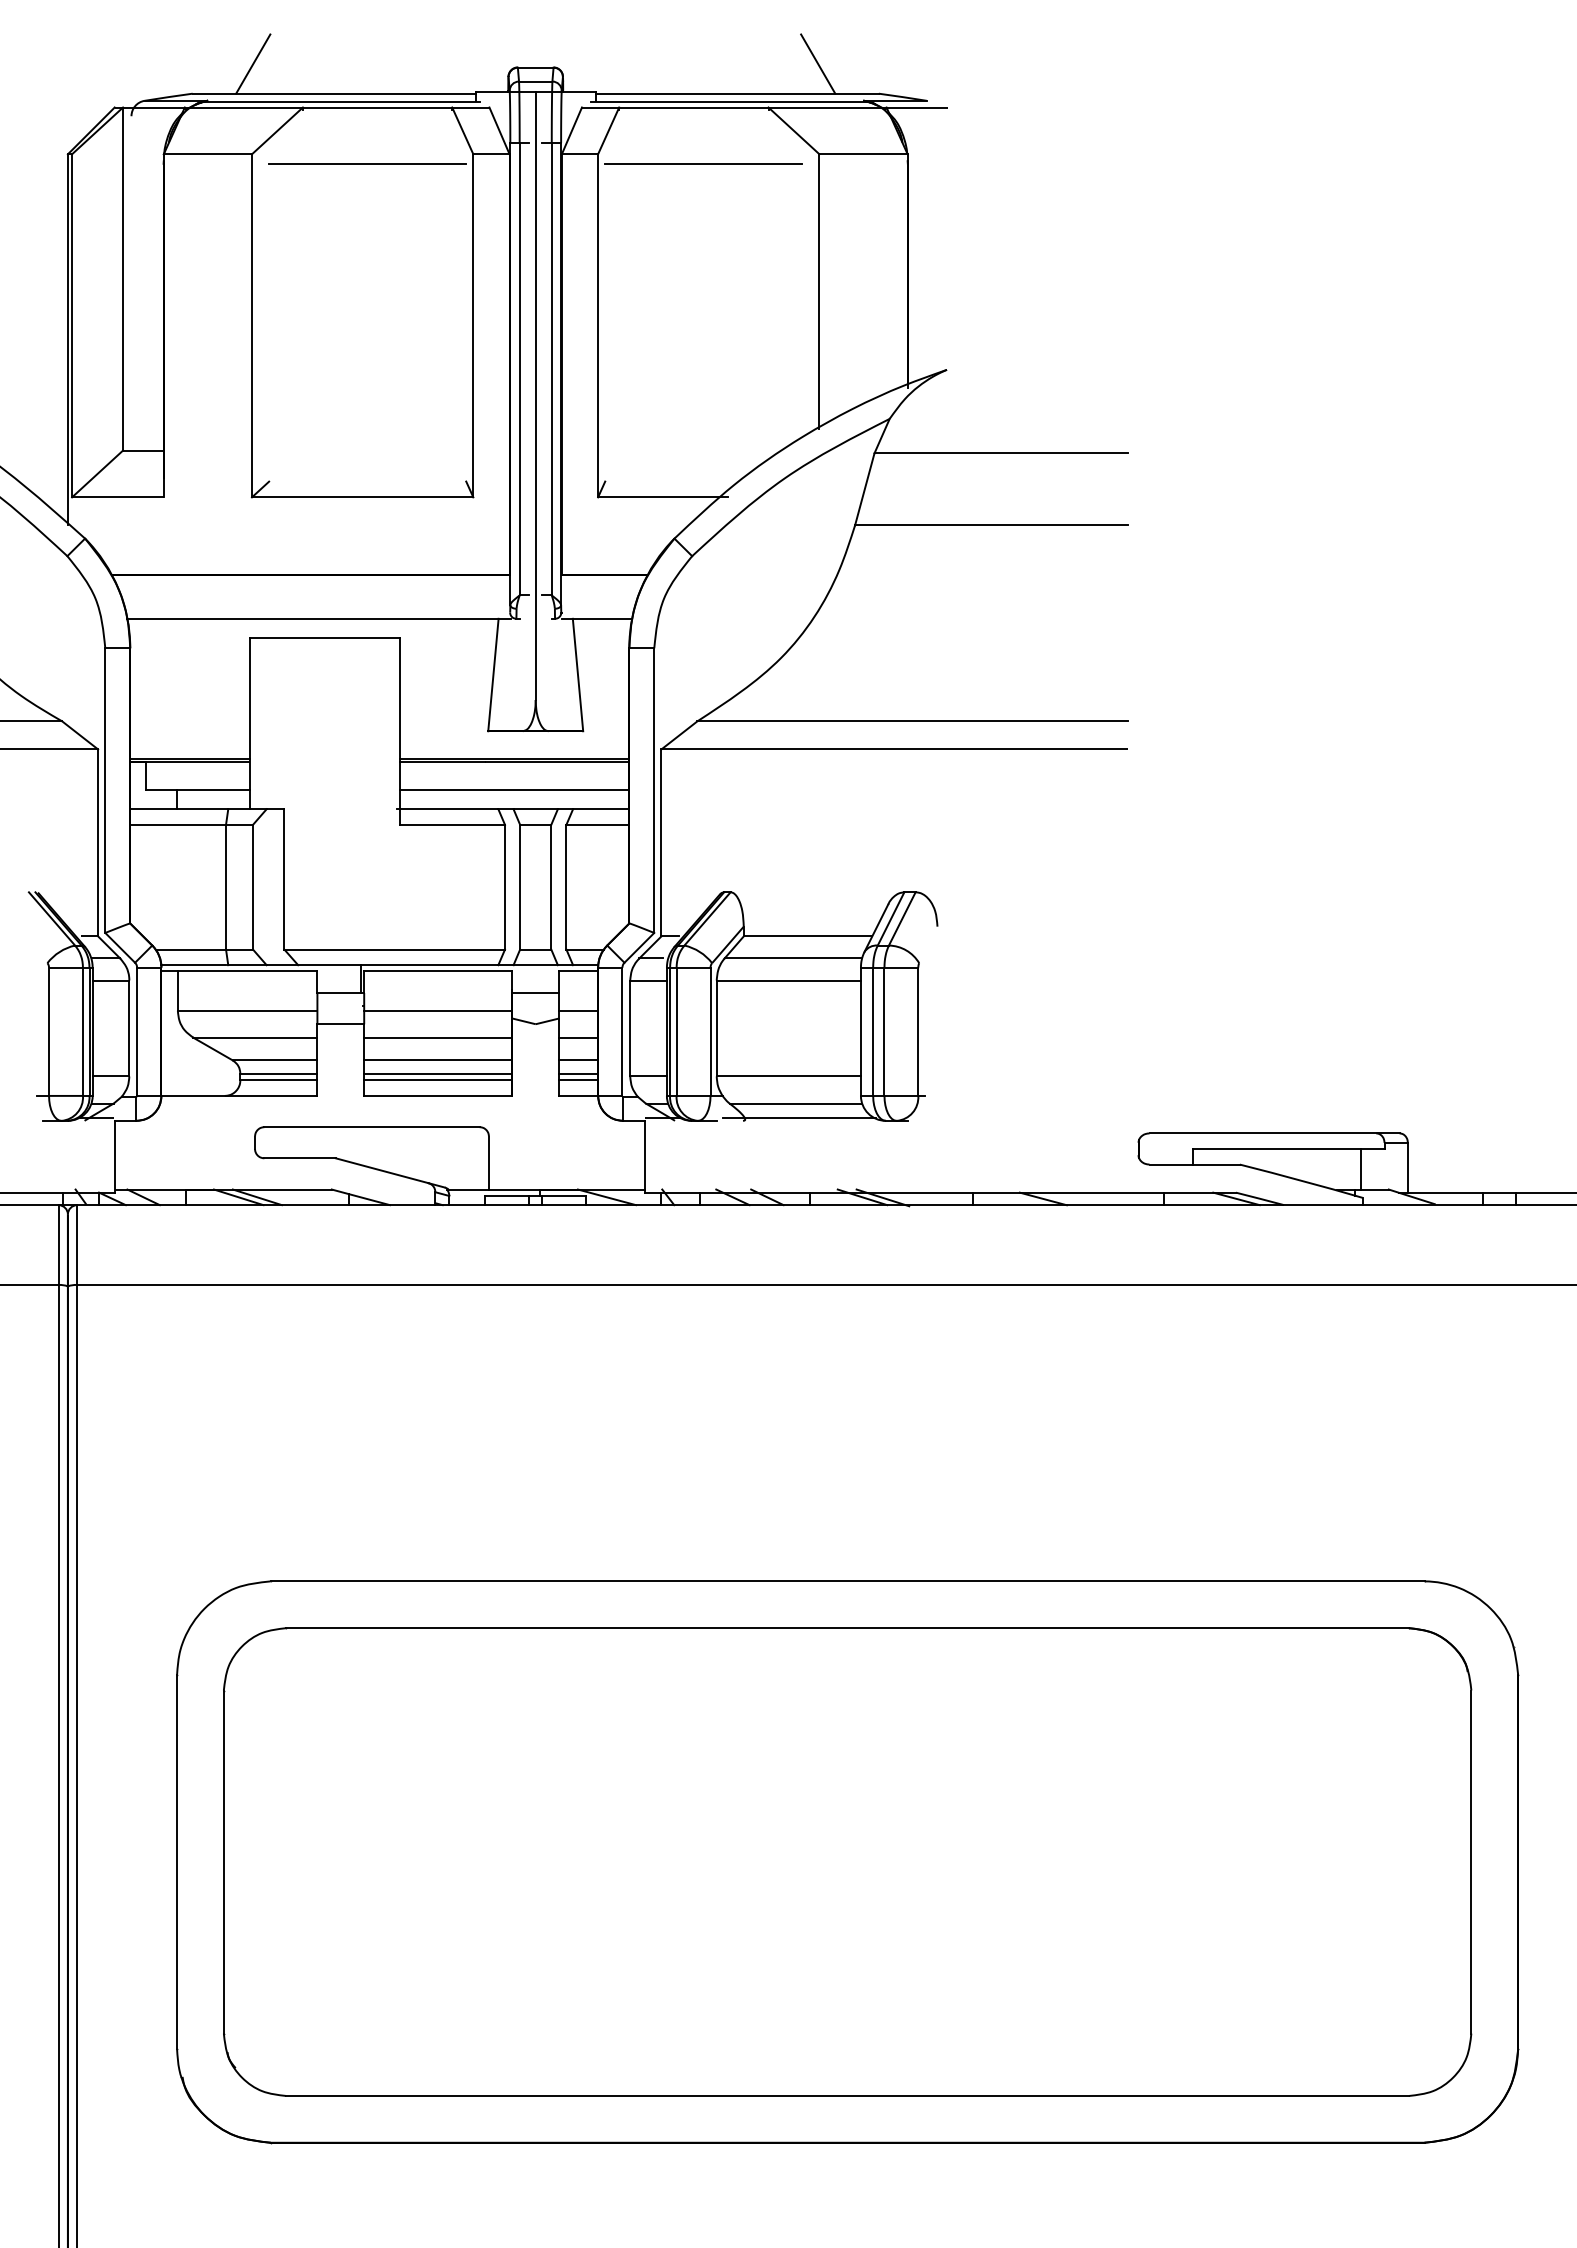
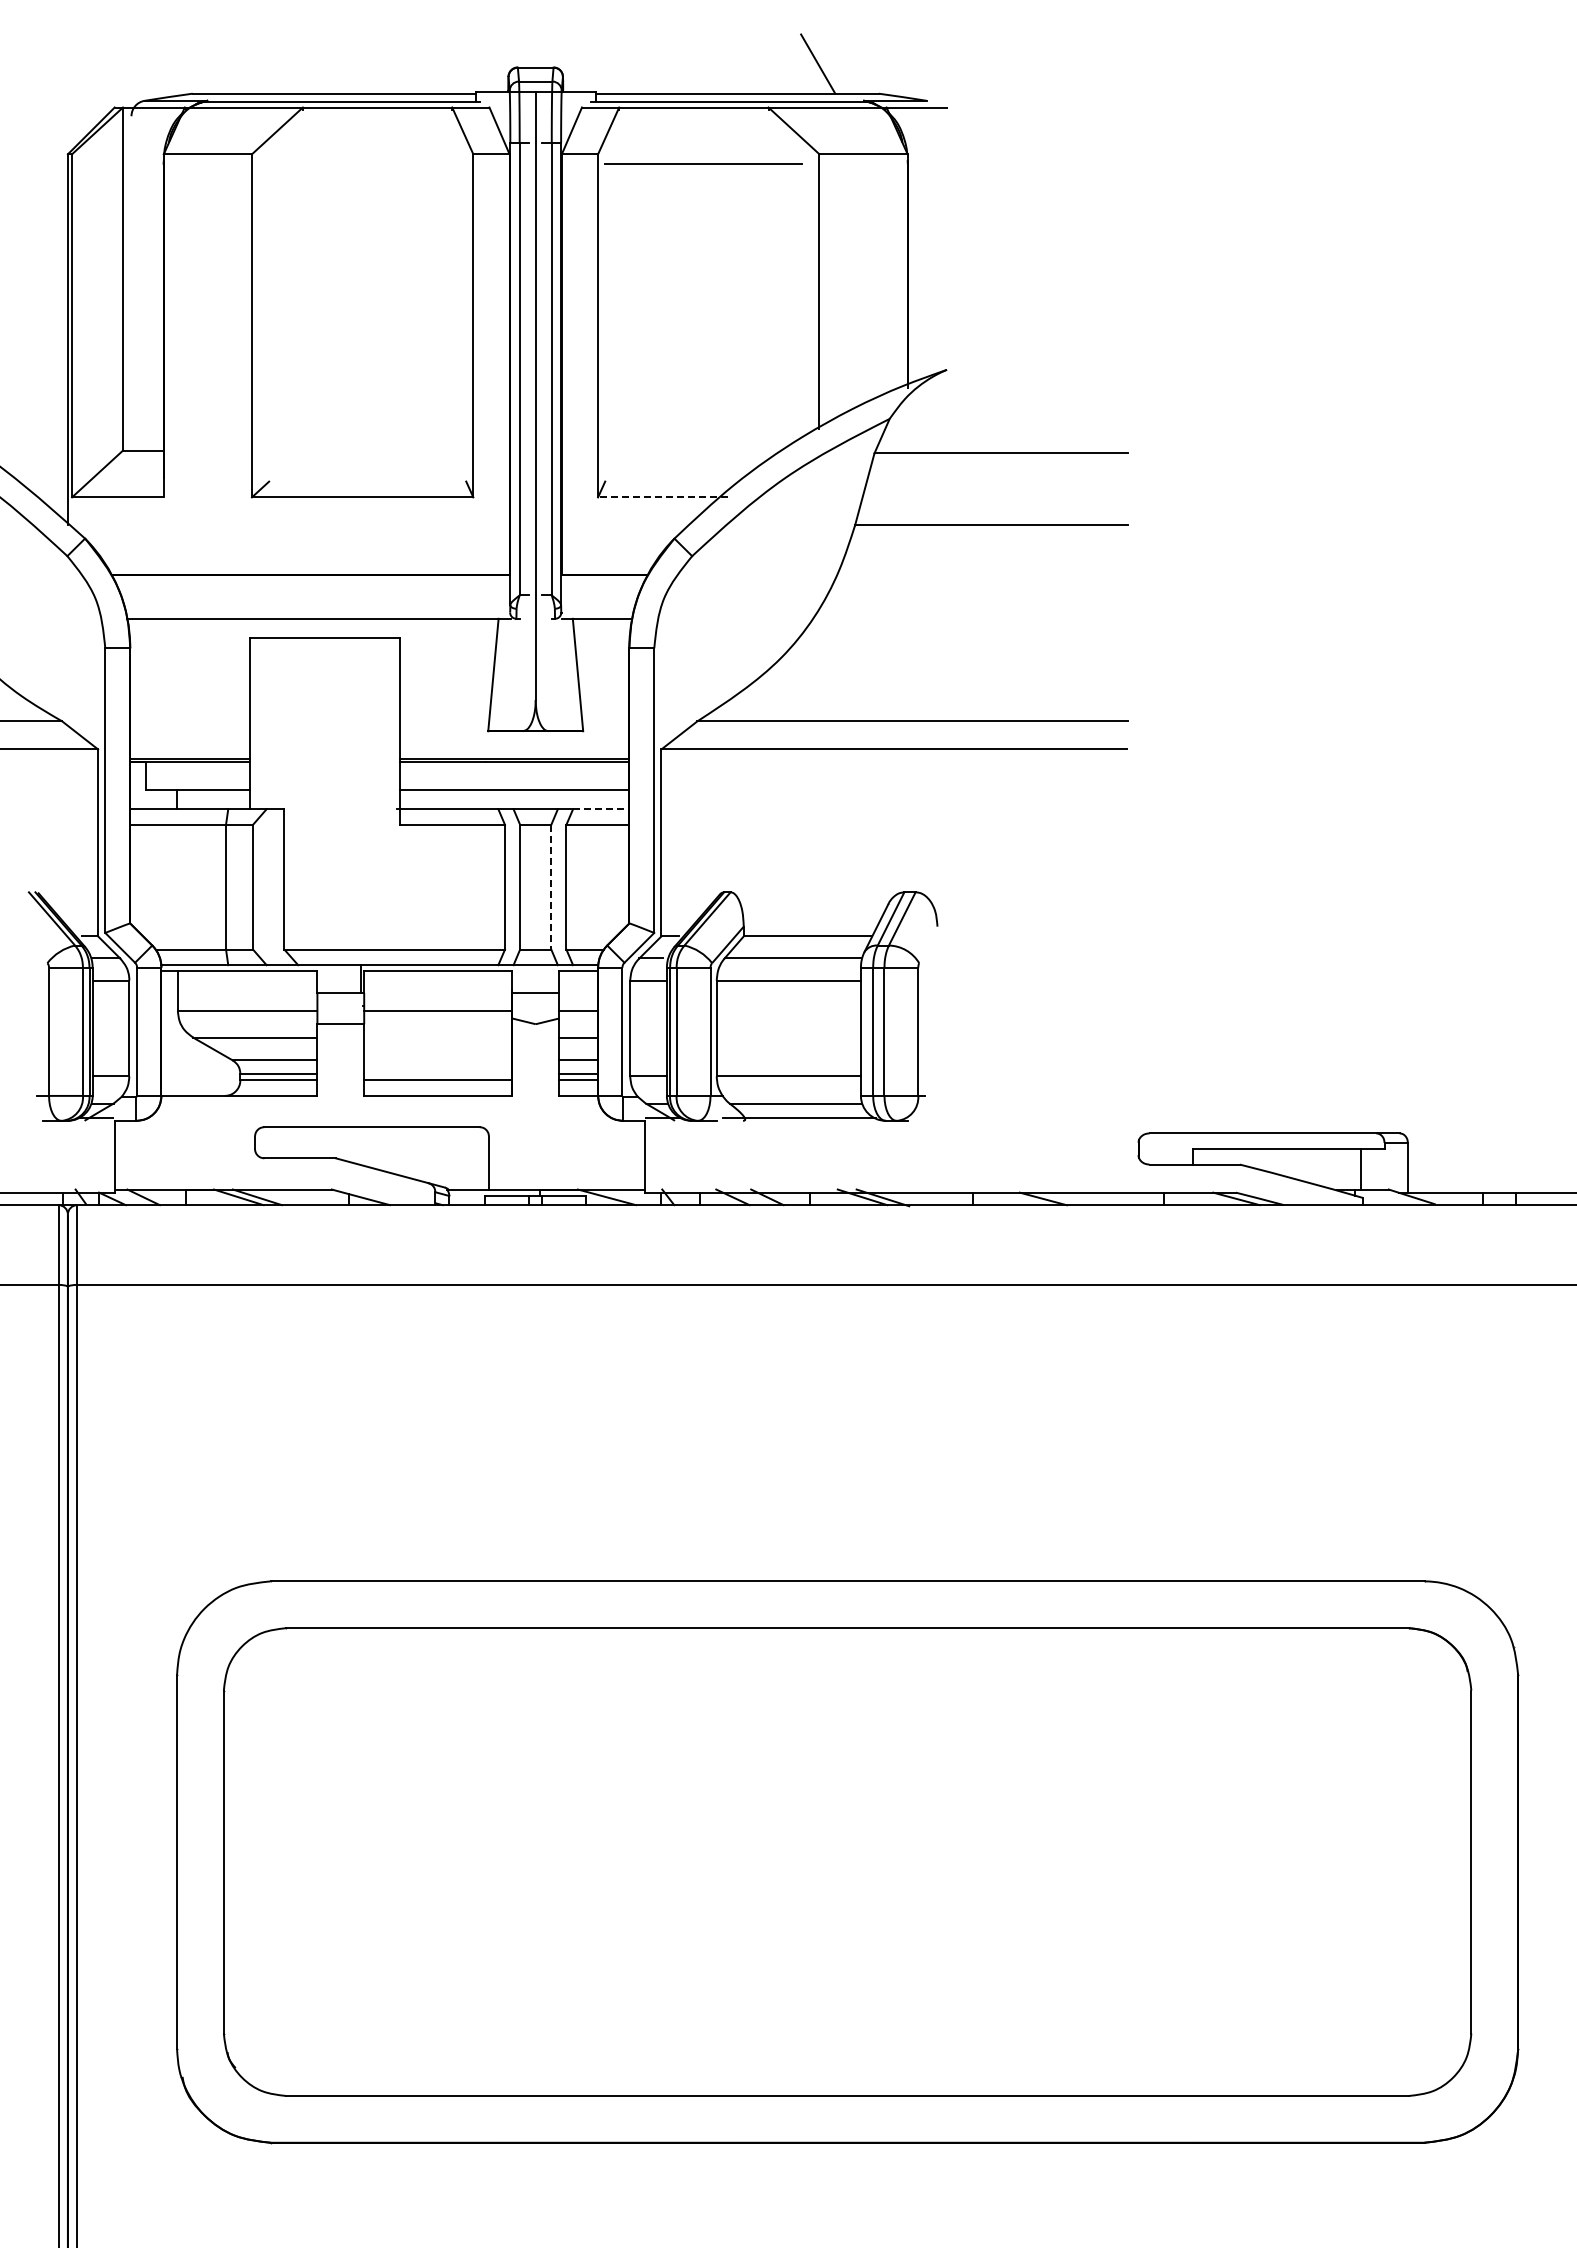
line at (253, 63): present -> none
line at (367, 163): present -> none
line at (662, 497): solid -> dashed
line at (601, 809): solid -> dashed
line at (551, 887): solid -> dashed
line at (438, 1037): present -> none
line at (438, 1060): present -> none
line at (438, 1073): present -> none
